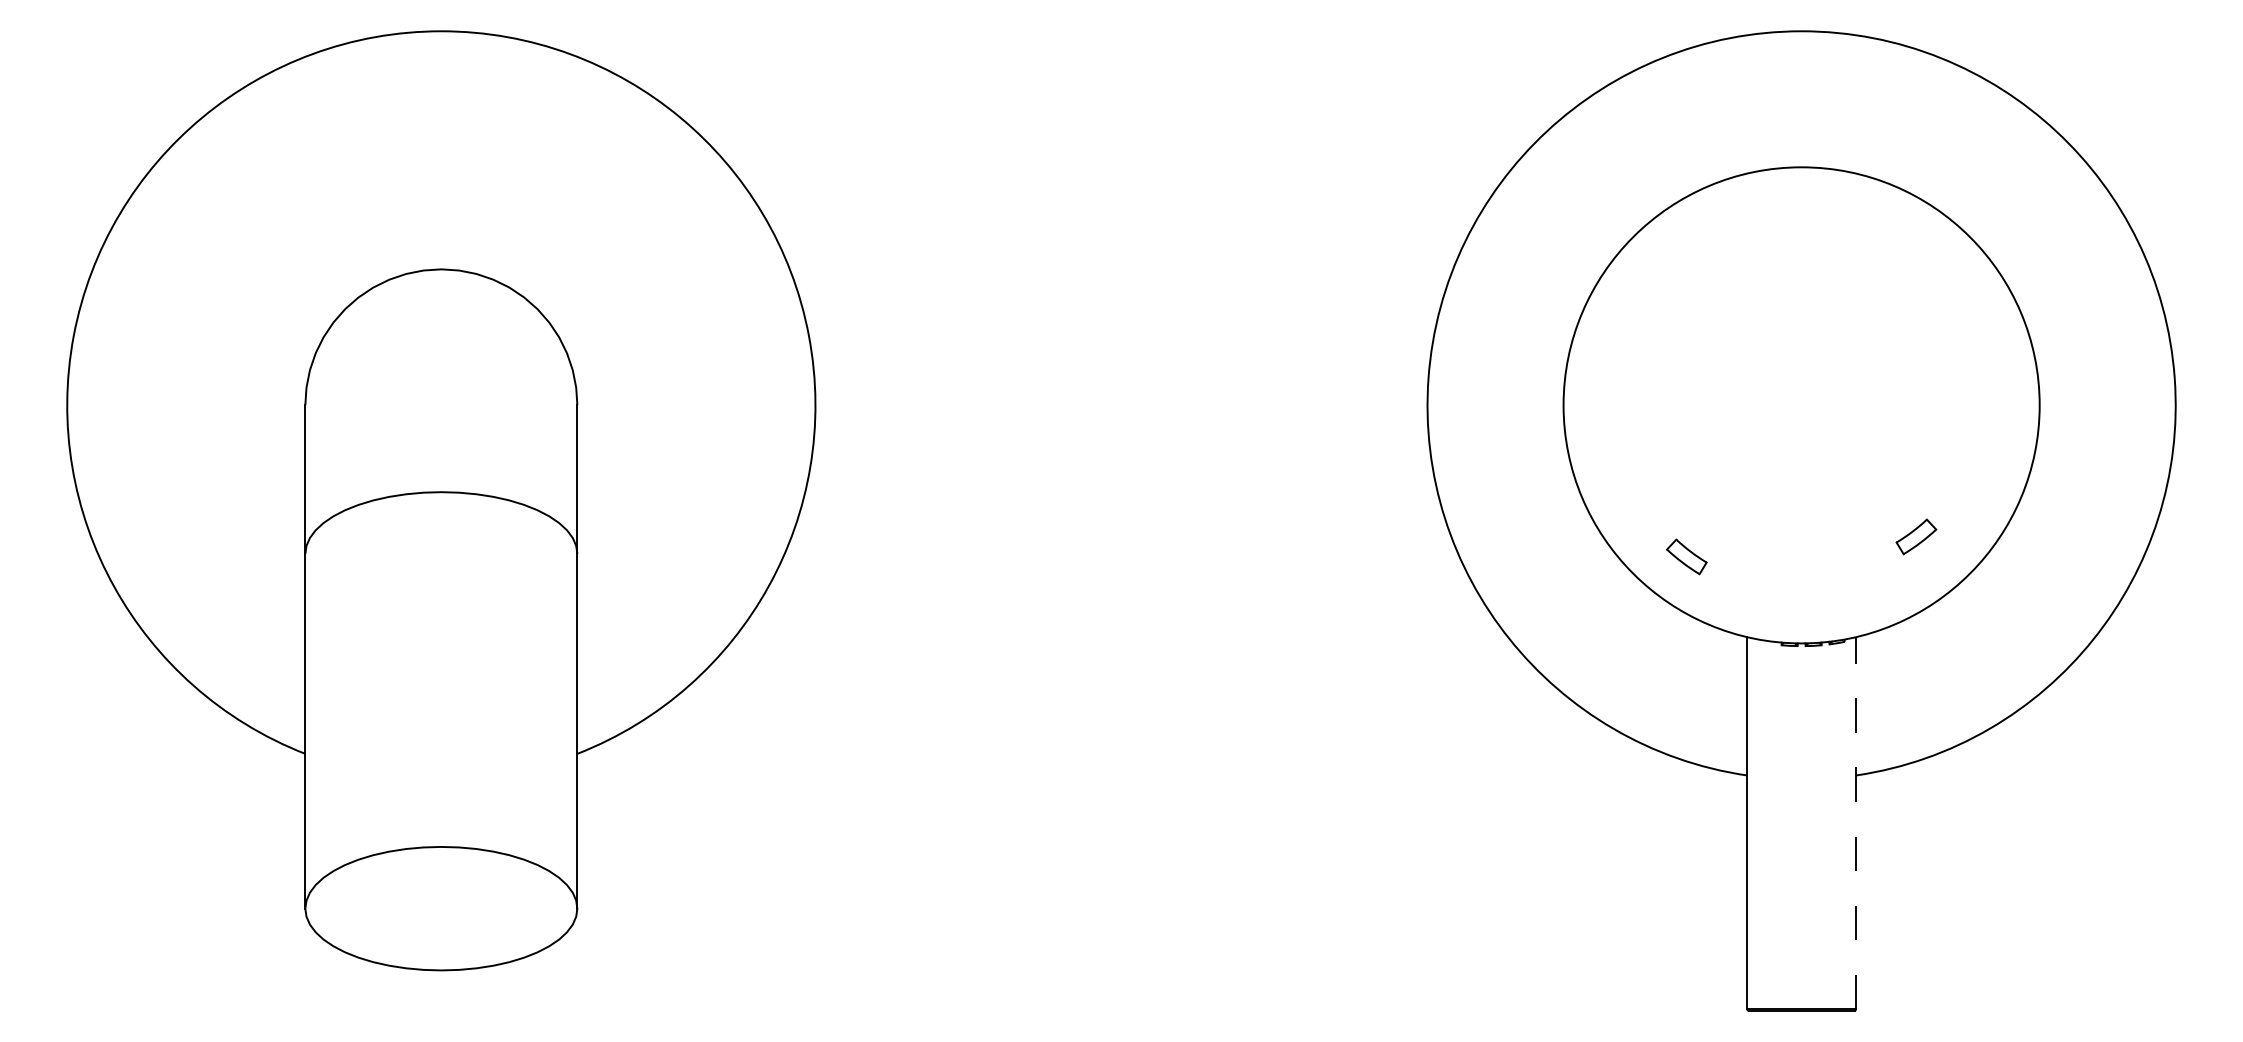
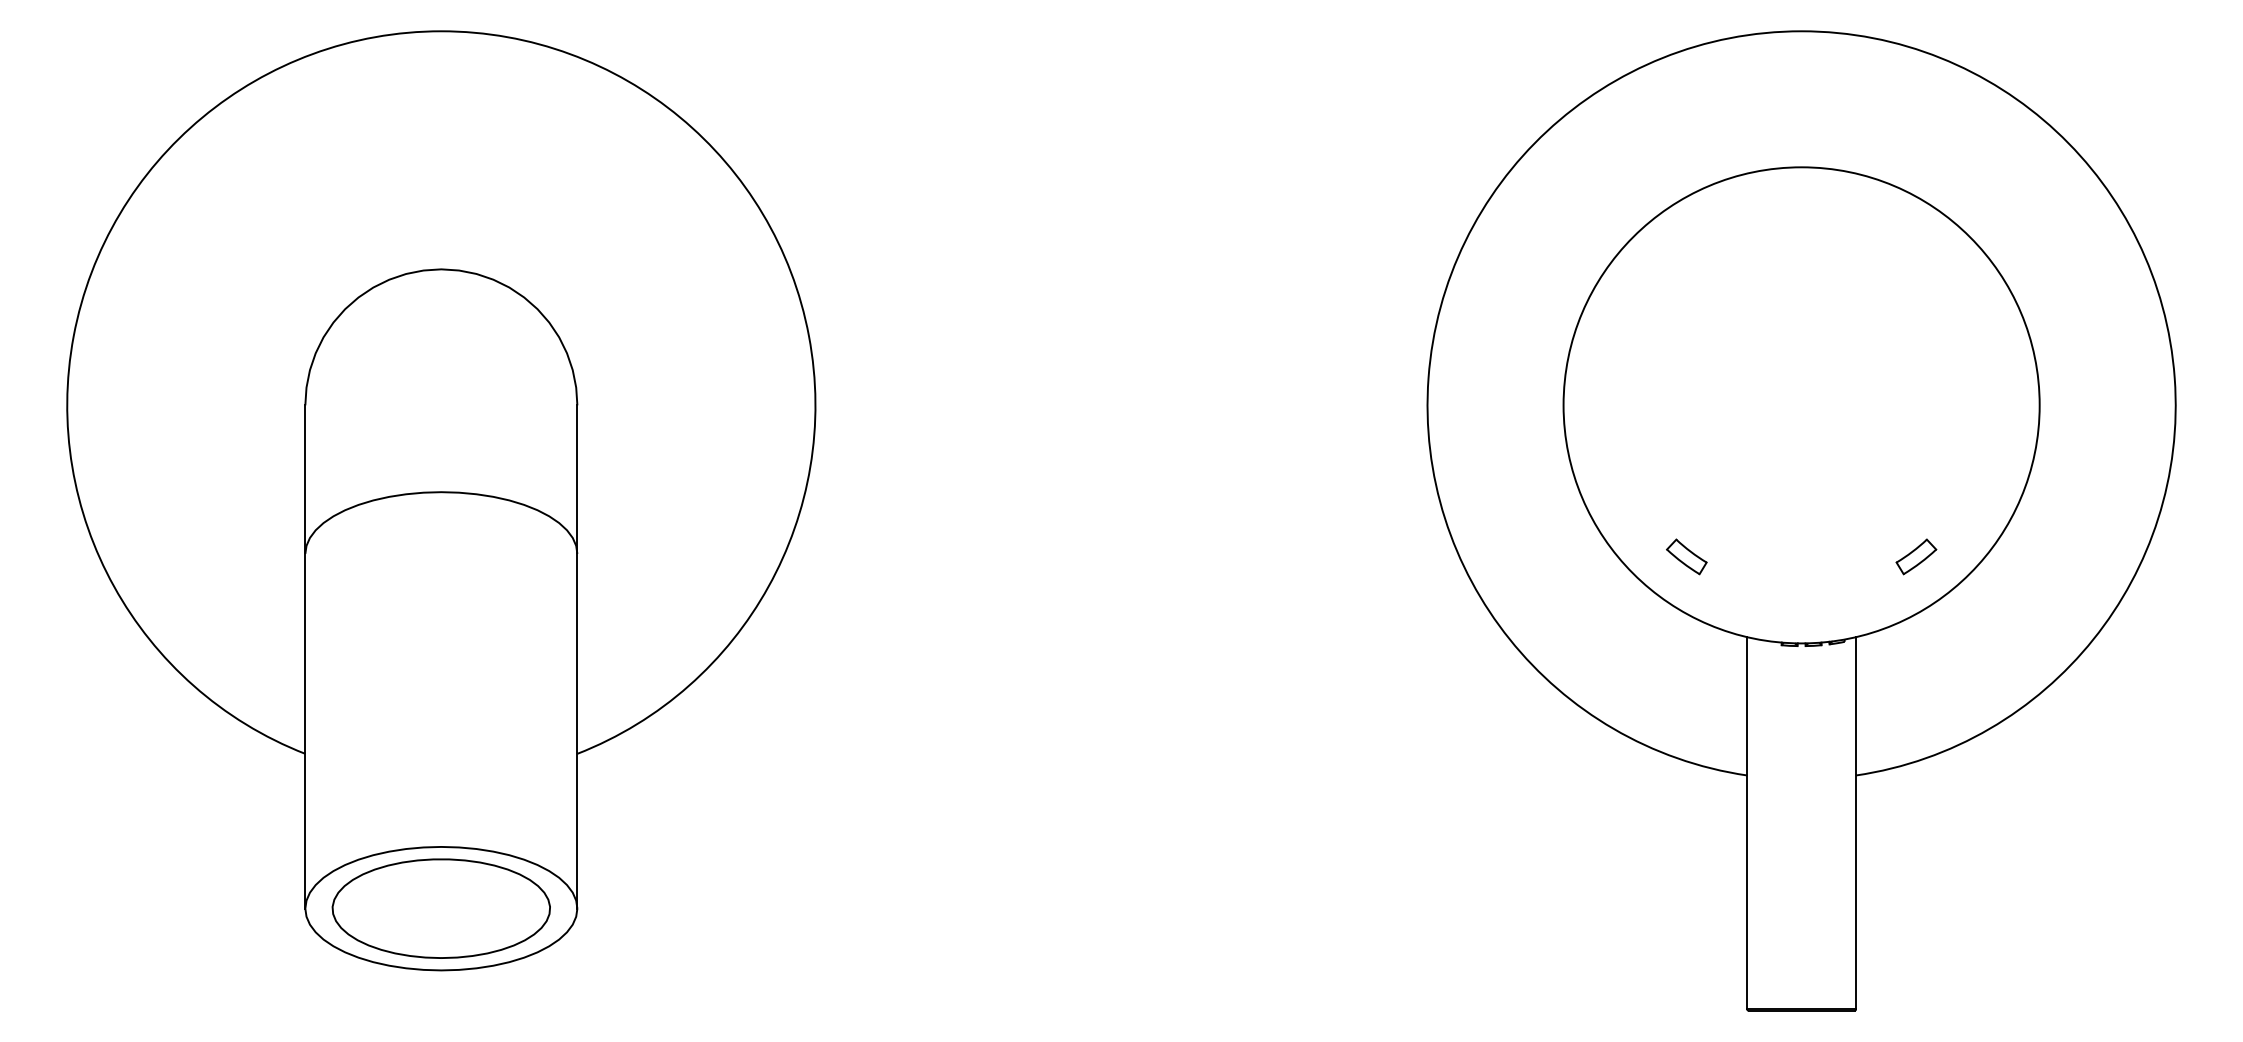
part at (1916, 536) position: (1916, 536) -> (1916, 556)
line at (1856, 822): dashed -> solid
part at (440, 908): none -> present
